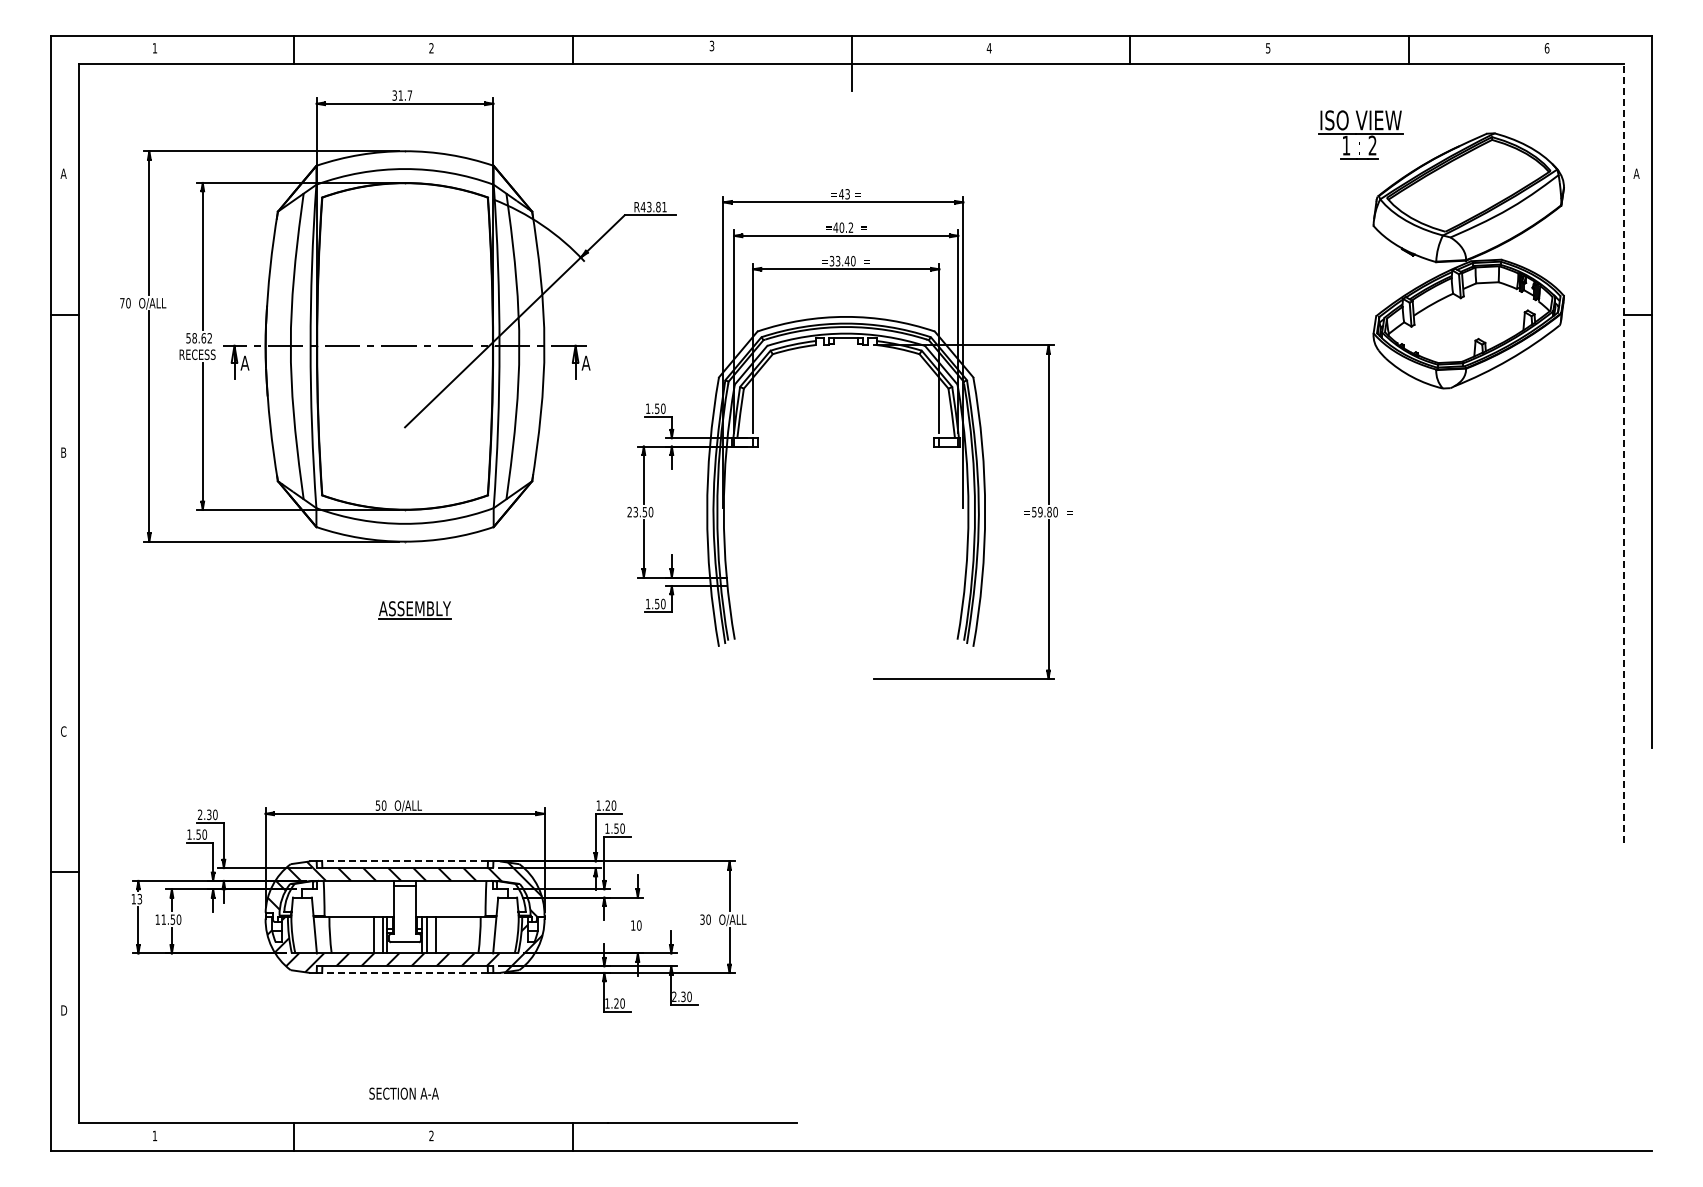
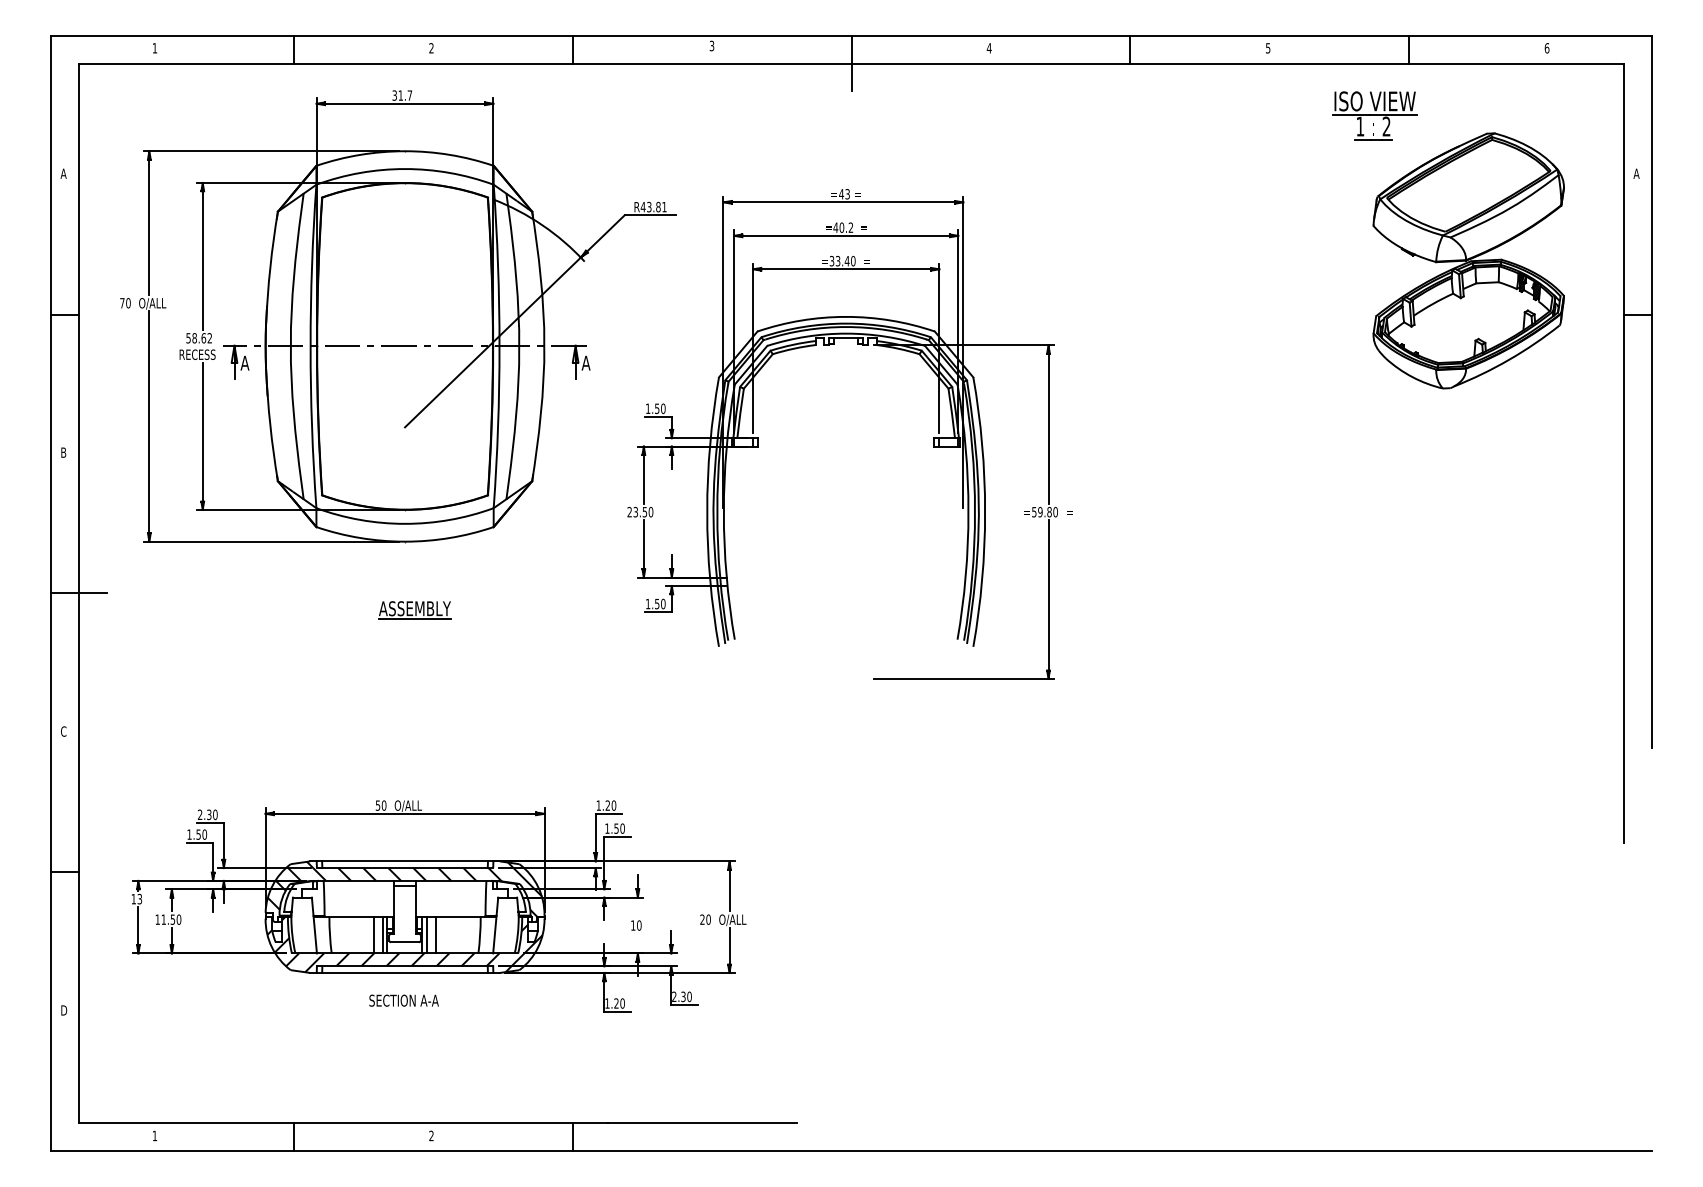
part at (1360, 134) position: (1360, 134) -> (1374, 115)
line at (1624, 453): dashed -> solid
line at (78, 593): none -> present
line at (405, 861): dashed -> solid
text at (702, 919): 30 -> 20
line at (405, 972): dashed -> solid
text at (403, 1093) position: (403, 1093) -> (403, 1000)
